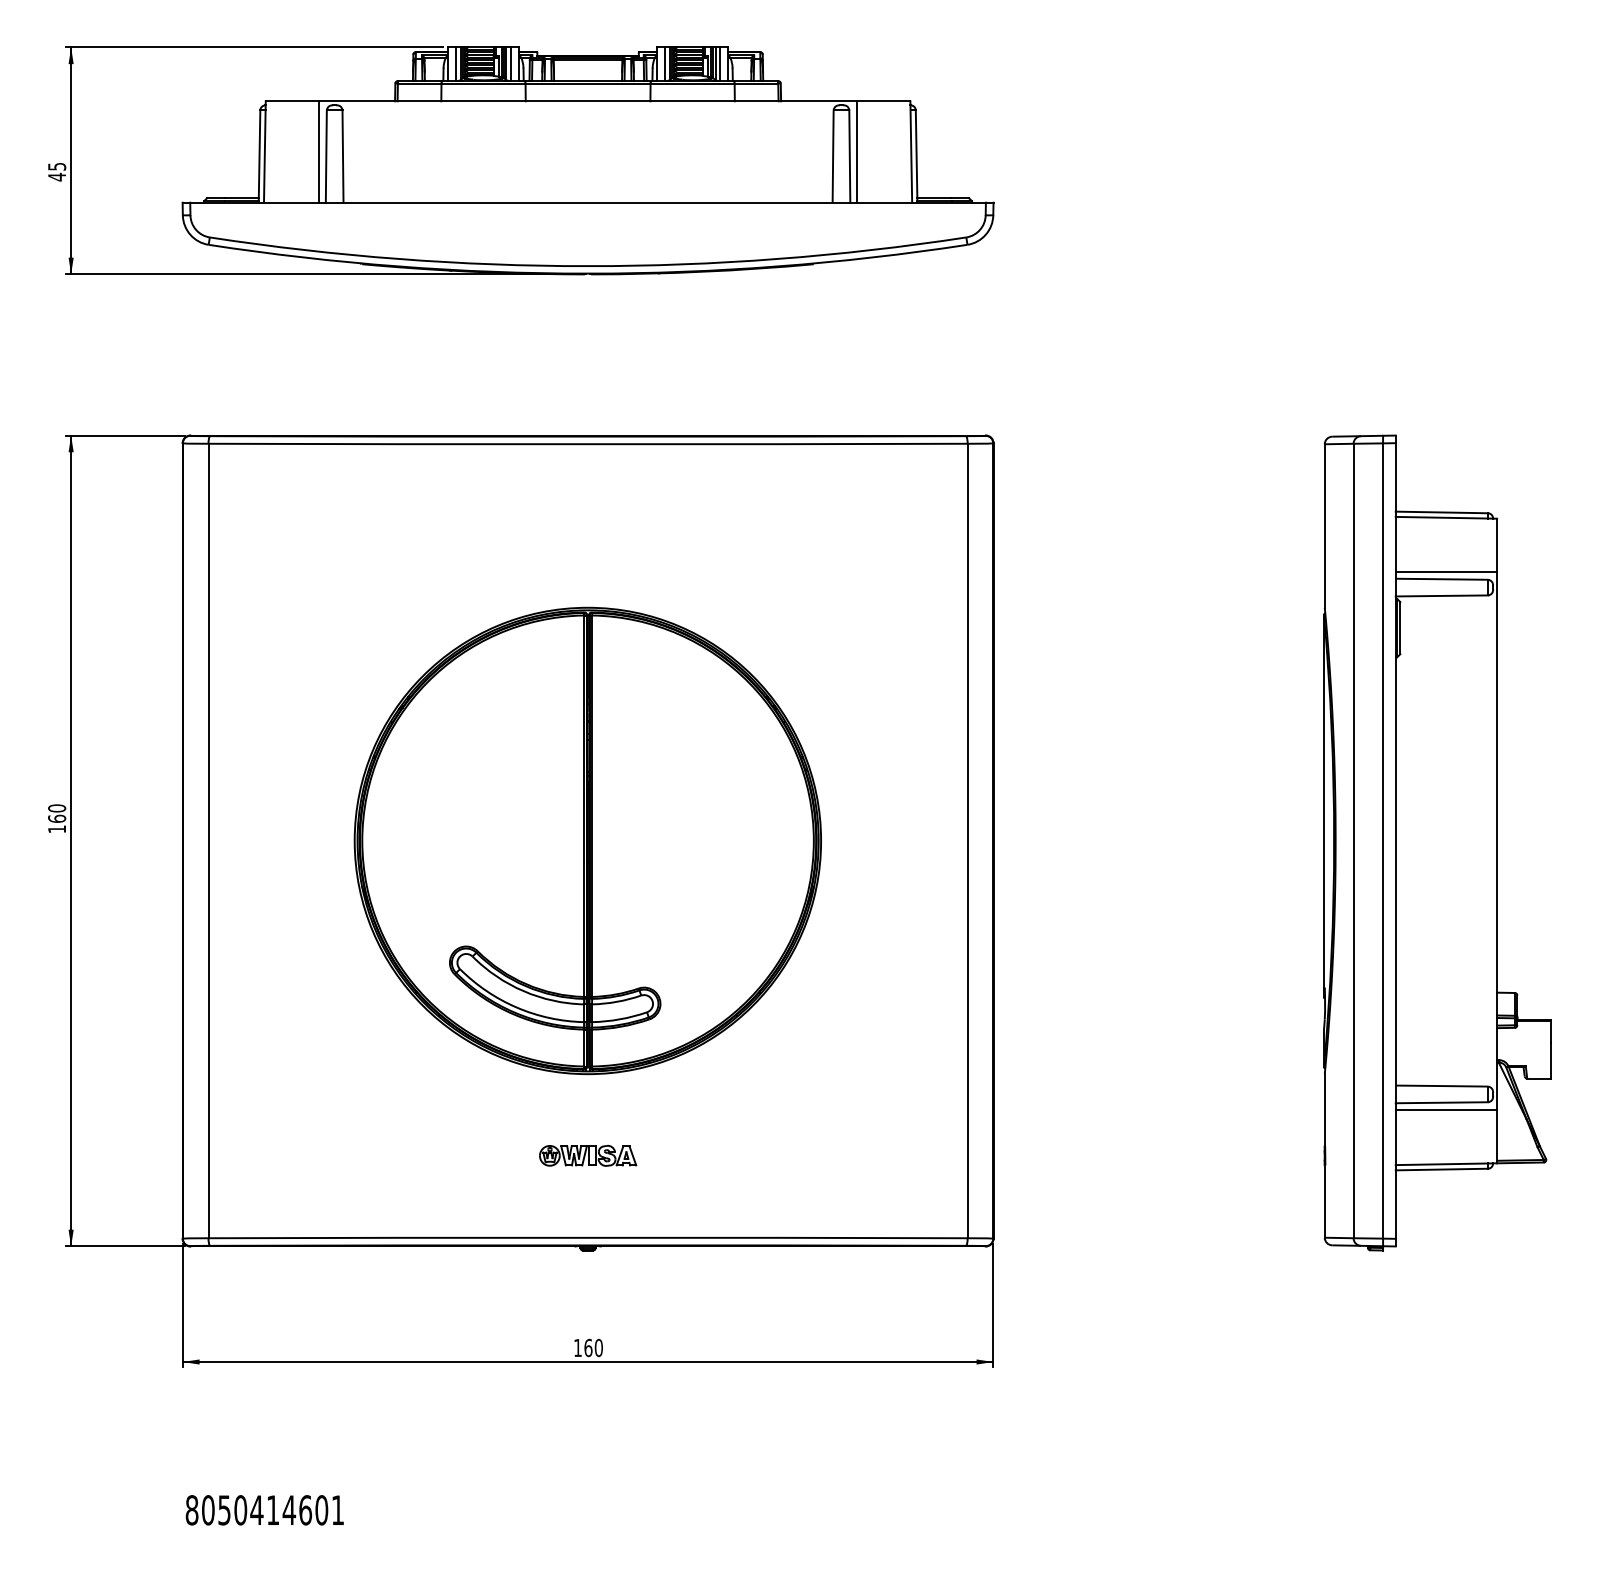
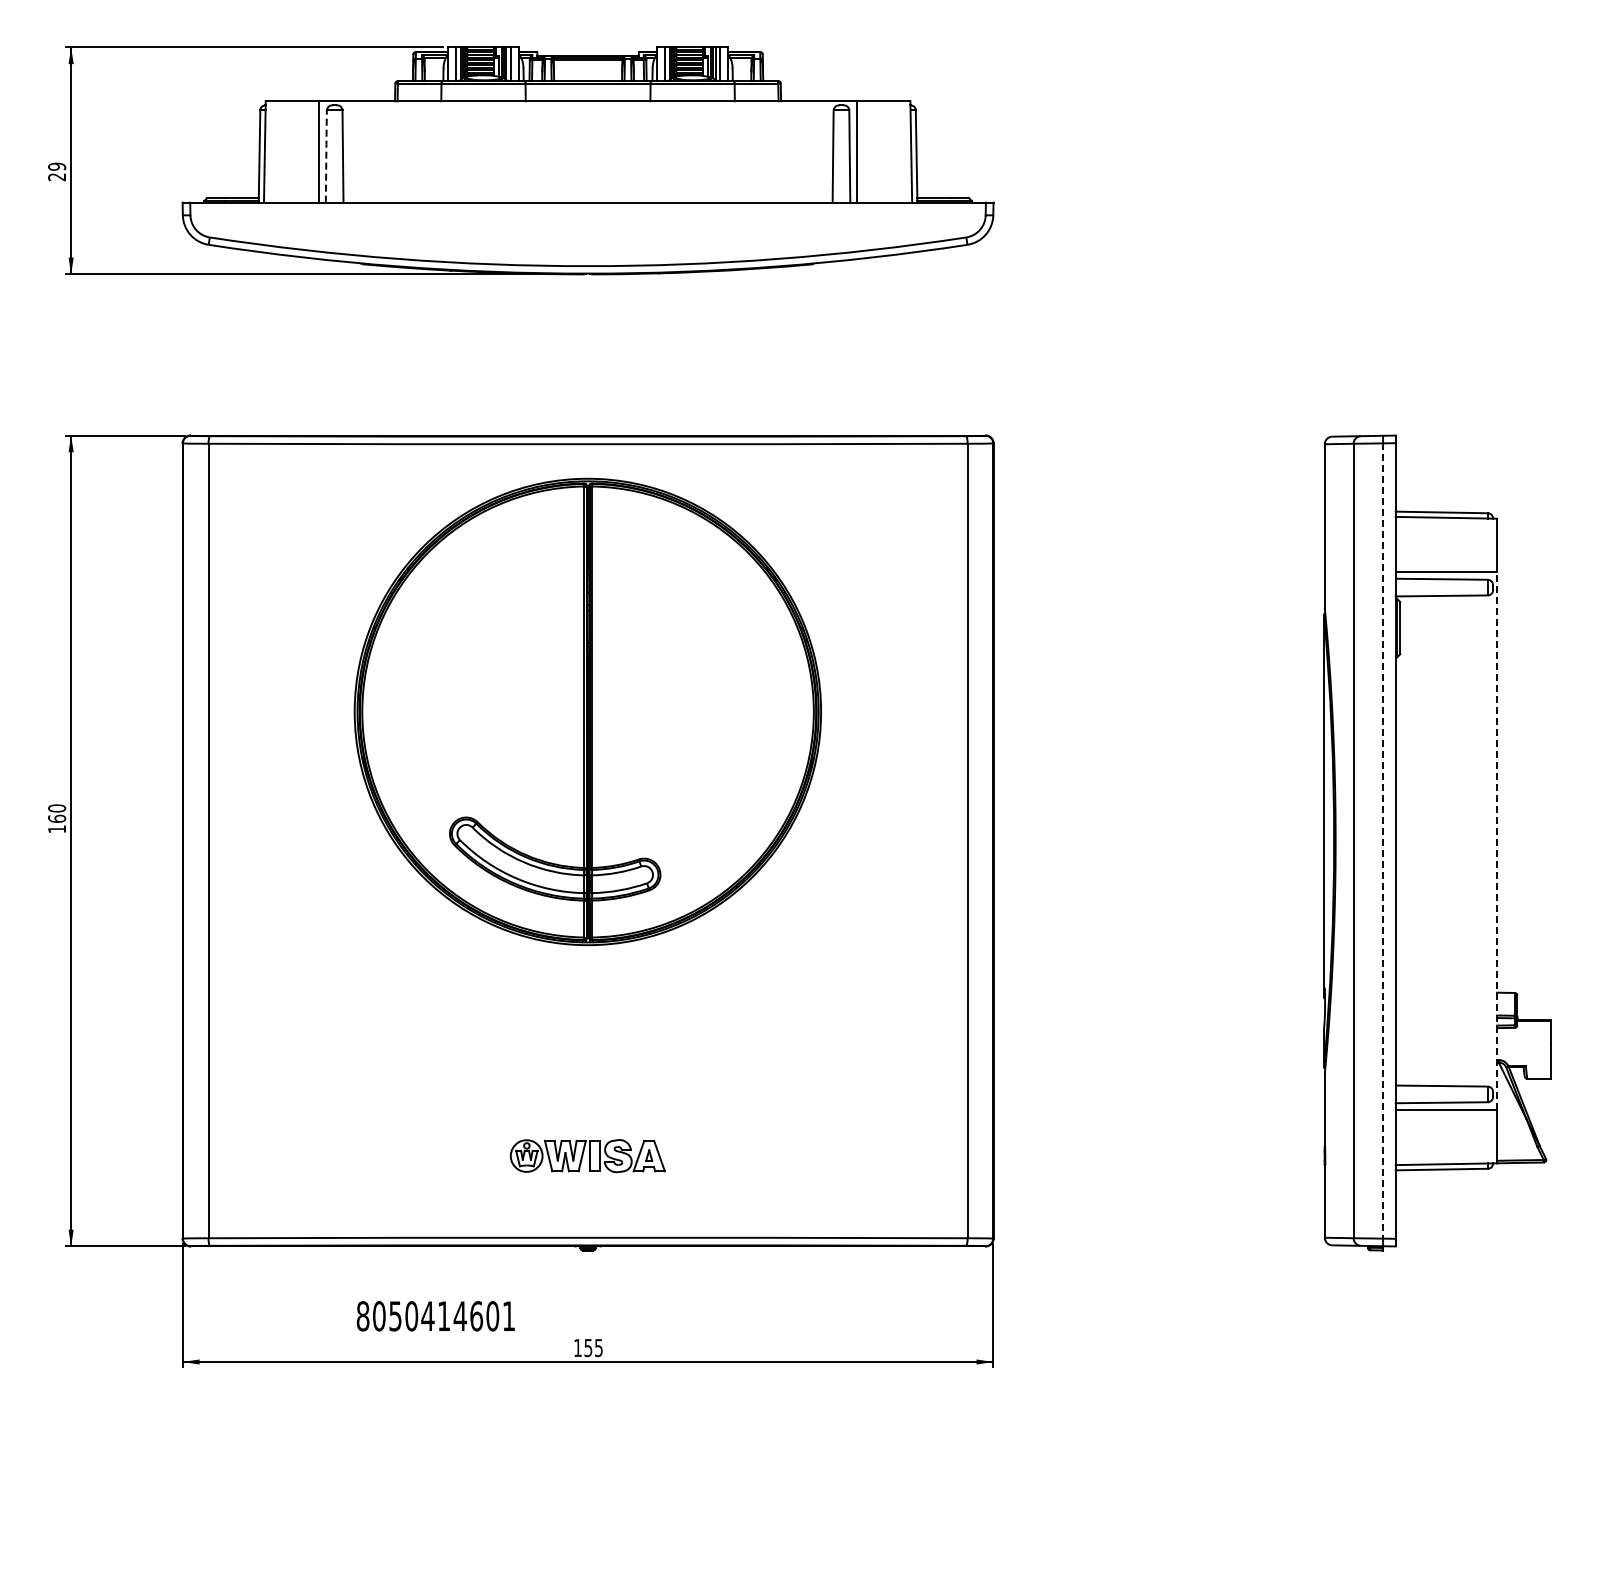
line at (326, 156): solid -> dashed
text at (56, 171): 45 -> 29
part at (587, 840) position: (587, 840) -> (587, 711)
line at (1383, 841): solid -> dashed
line at (1497, 841): solid -> dashed
part at (588, 1155) size: 99x23 px -> 157x35 px
text at (593, 1347): 160 -> 155
text at (264, 1510) position: (264, 1510) -> (435, 1316)
